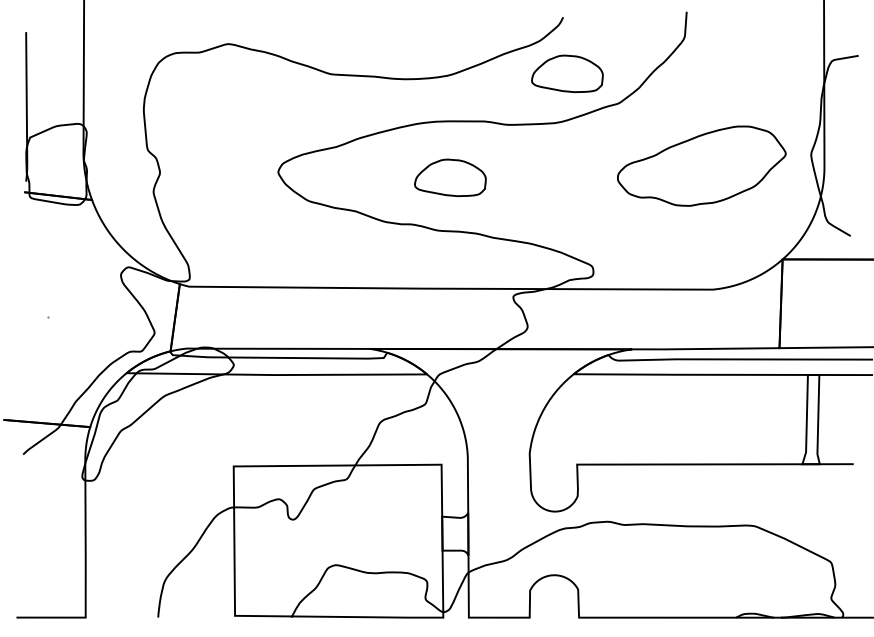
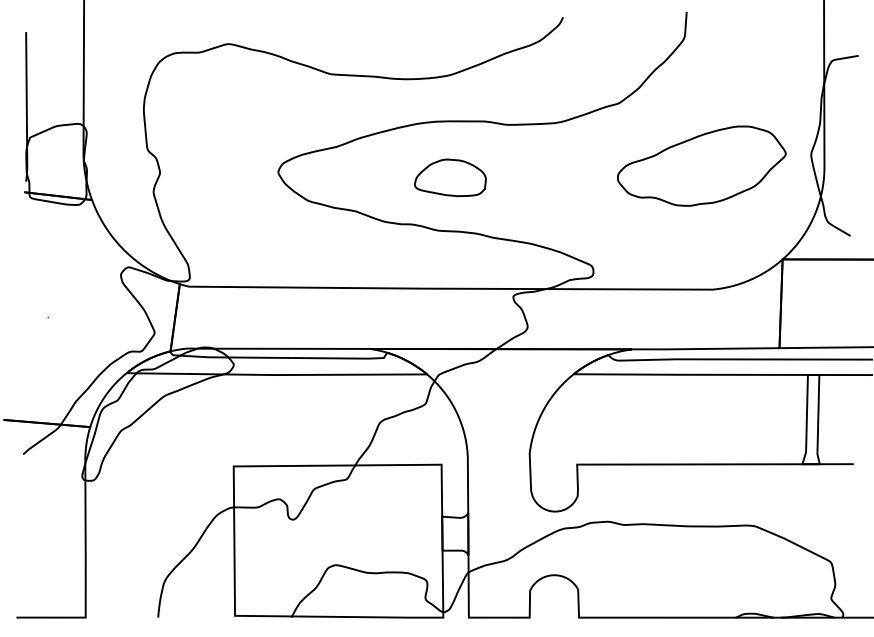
part at (567, 73): present -> none
